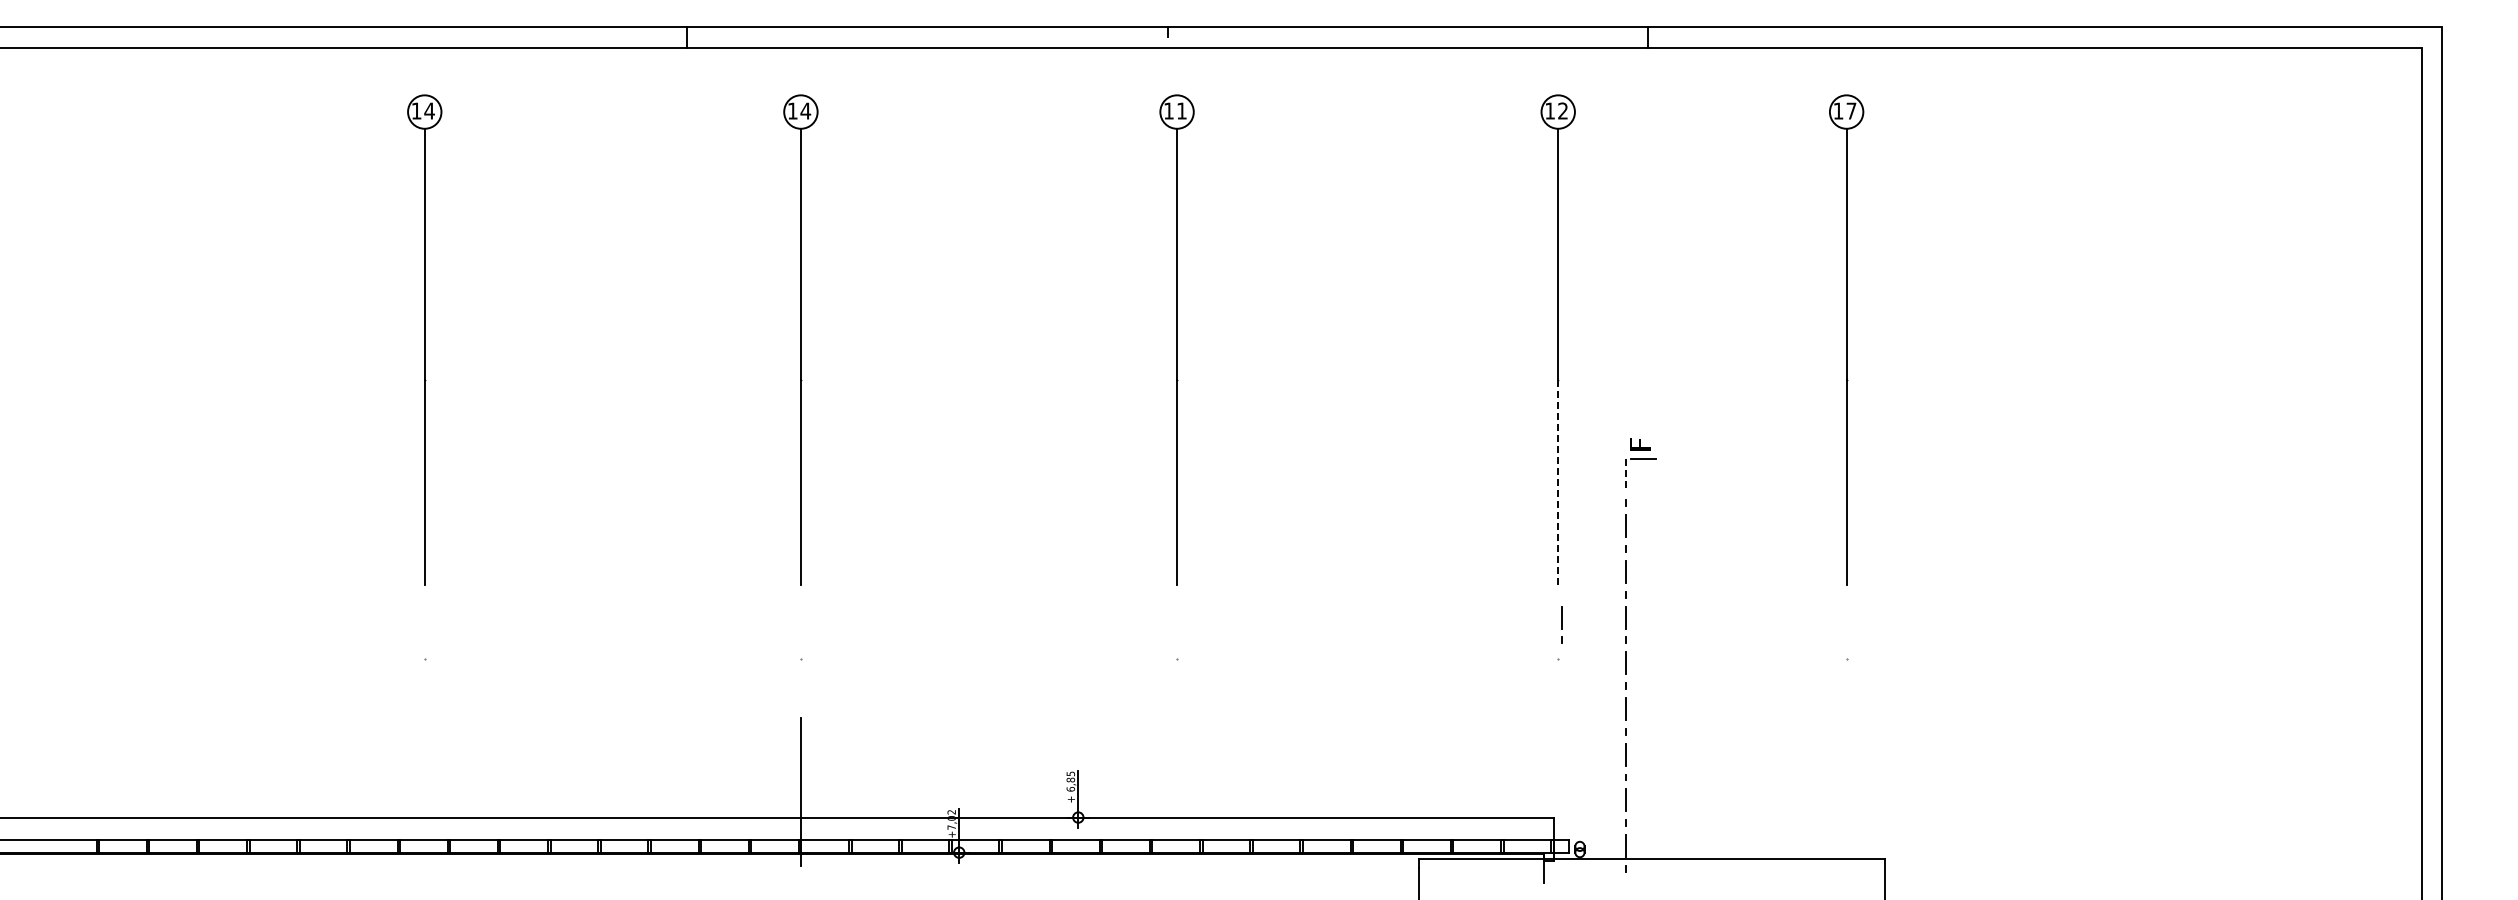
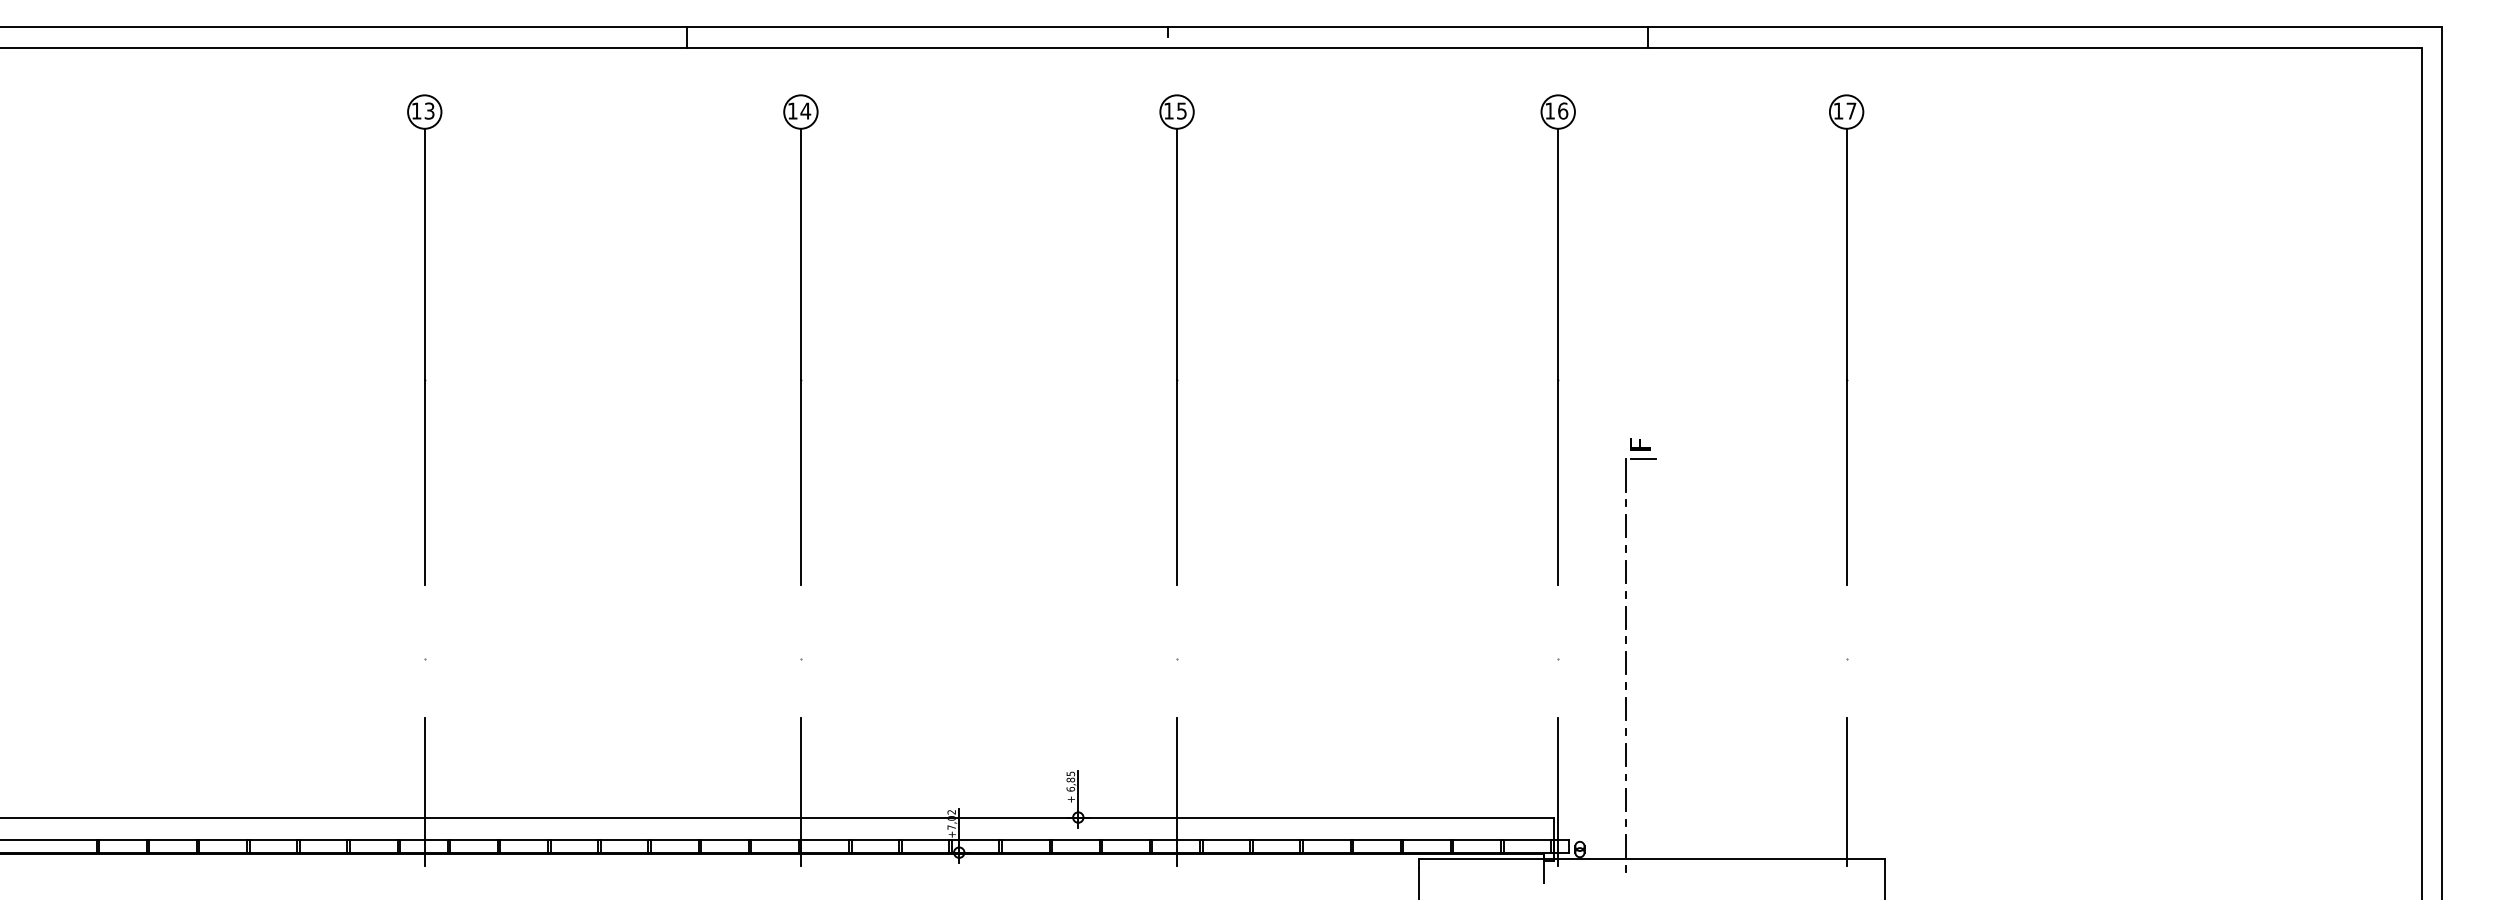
text at (429, 110): 14 -> 13
text at (1181, 110): 11 -> 15
text at (1563, 110): 12 -> 16
line at (1626, 475): dashed -> solid
line at (1558, 482): dashed -> solid
line at (1561, 624): present -> none
line at (424, 791): none -> present
line at (1177, 791): none -> present
line at (1558, 791): none -> present
line at (1846, 791): none -> present
